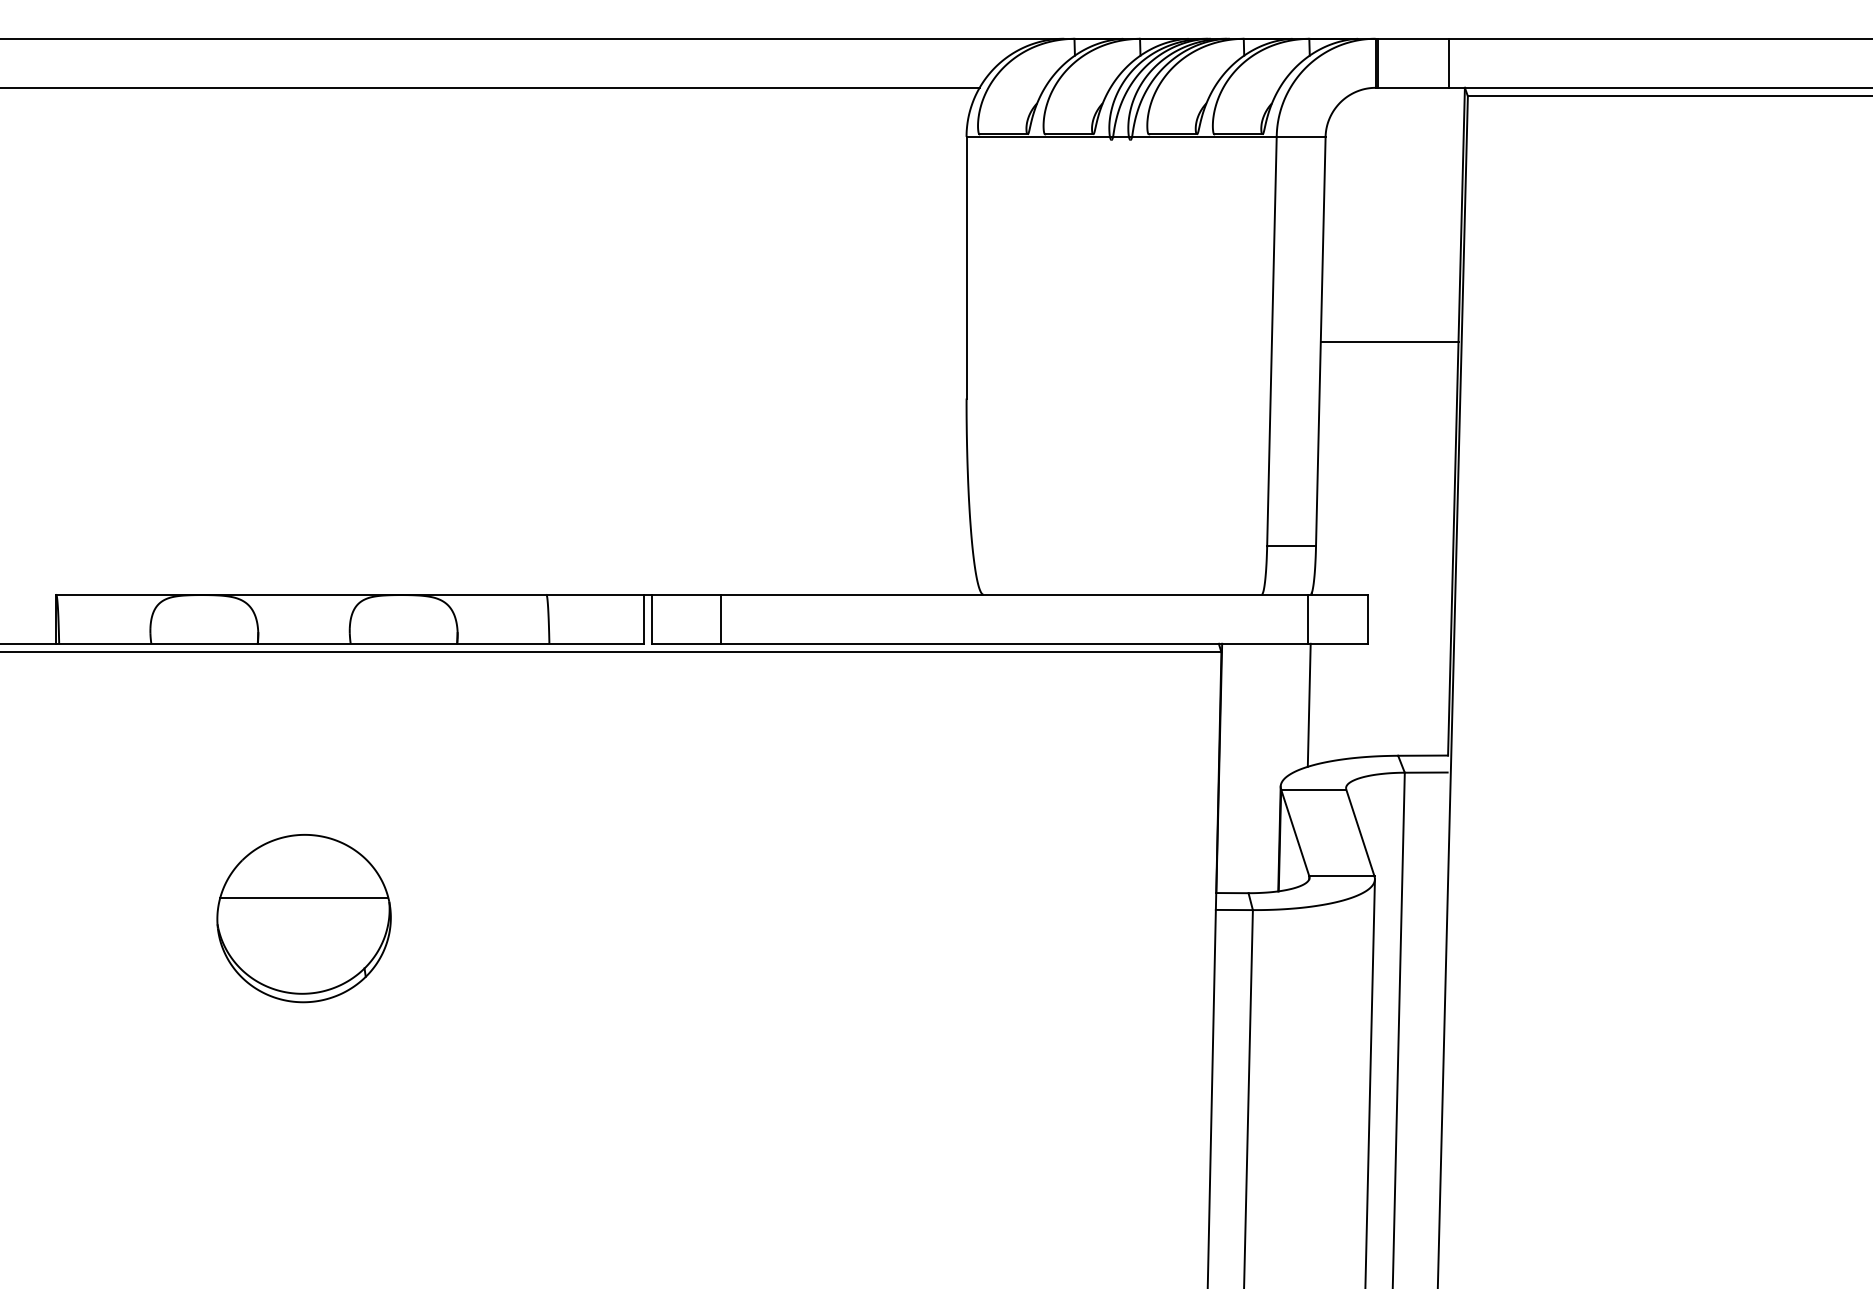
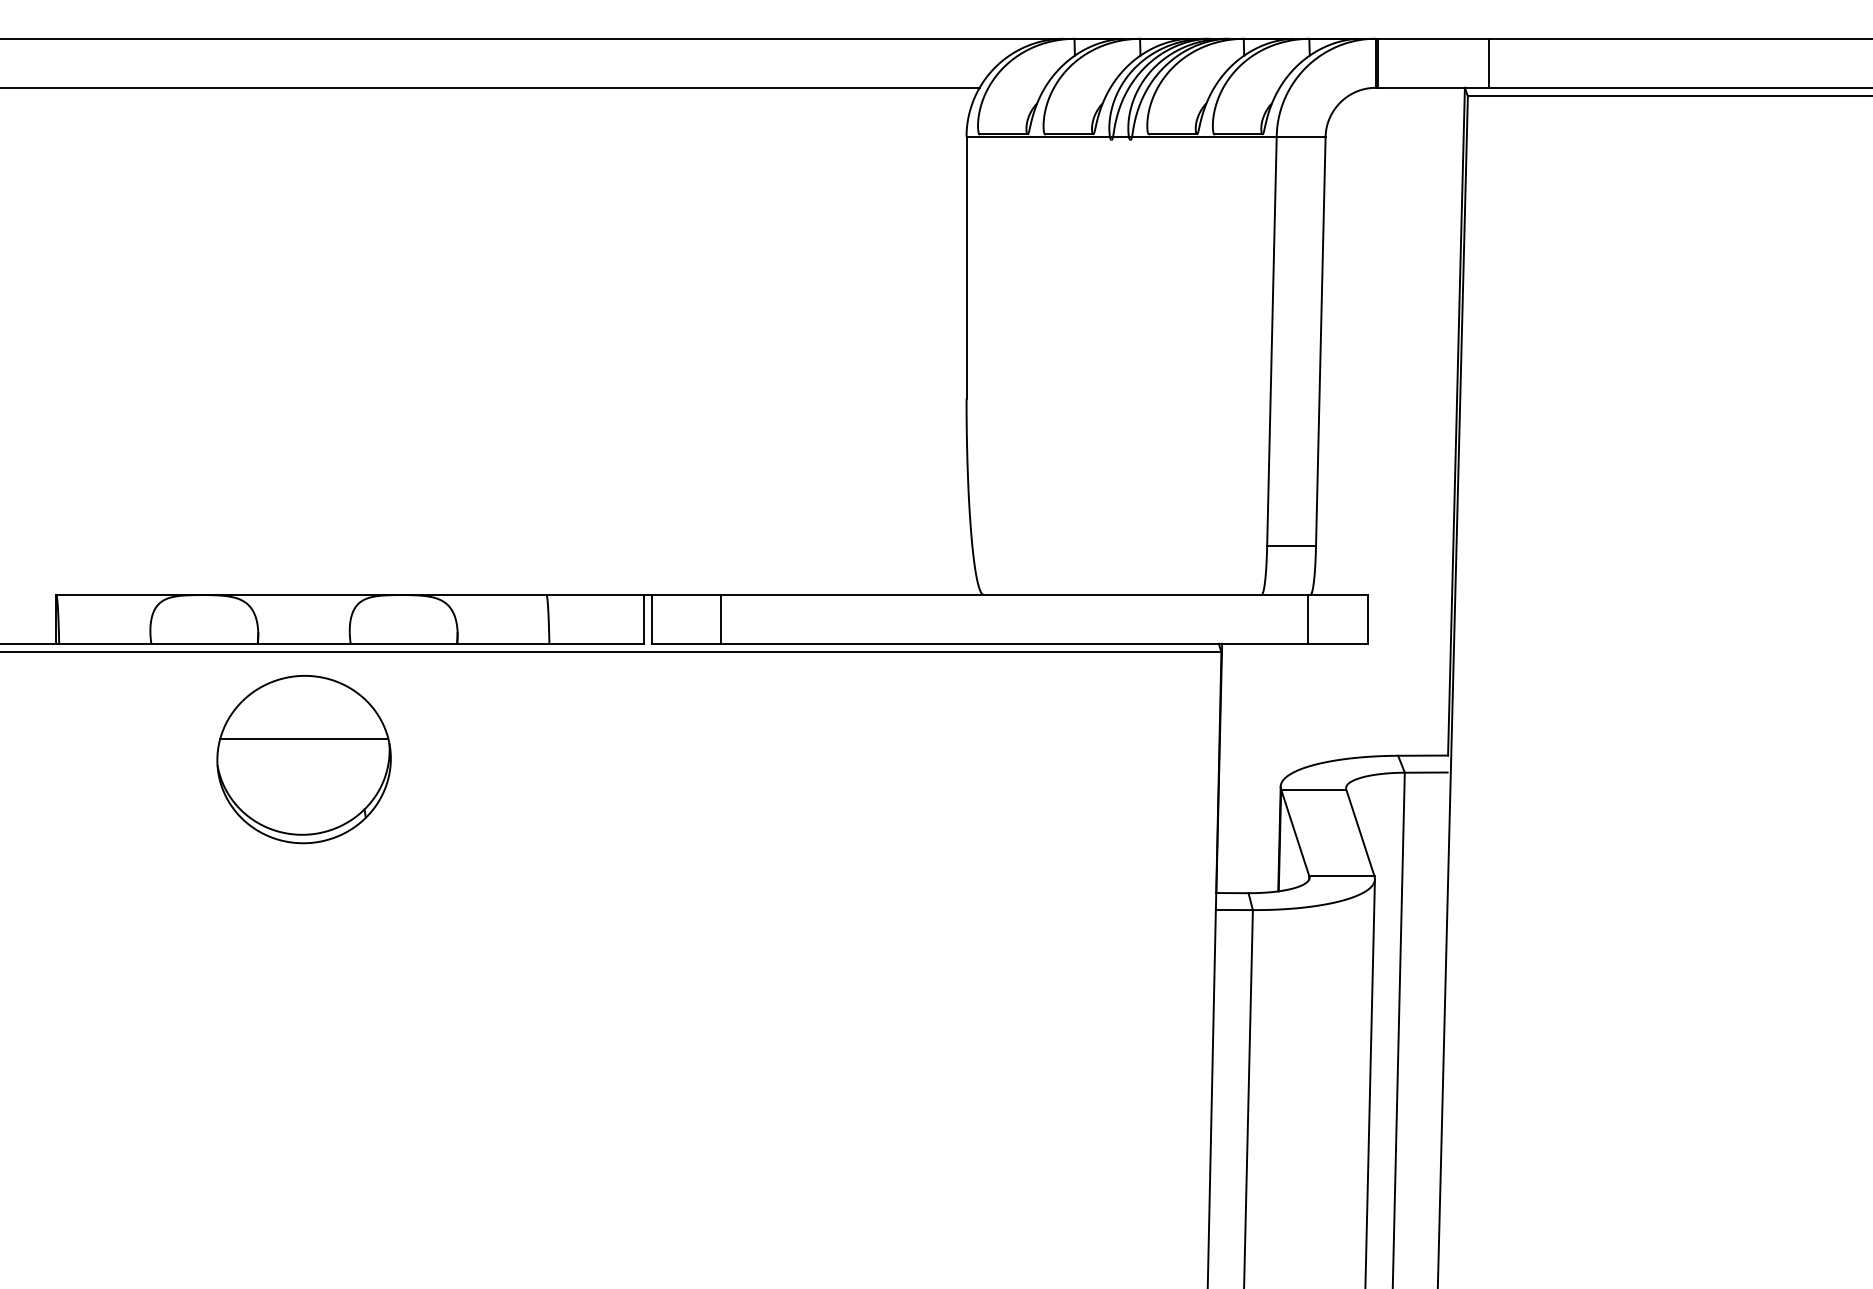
line at (1448, 62) position: (1448, 62) -> (1488, 62)
line at (1389, 341): present -> none
line at (1308, 704): present -> none
part at (303, 918) position: (303, 918) -> (303, 759)
